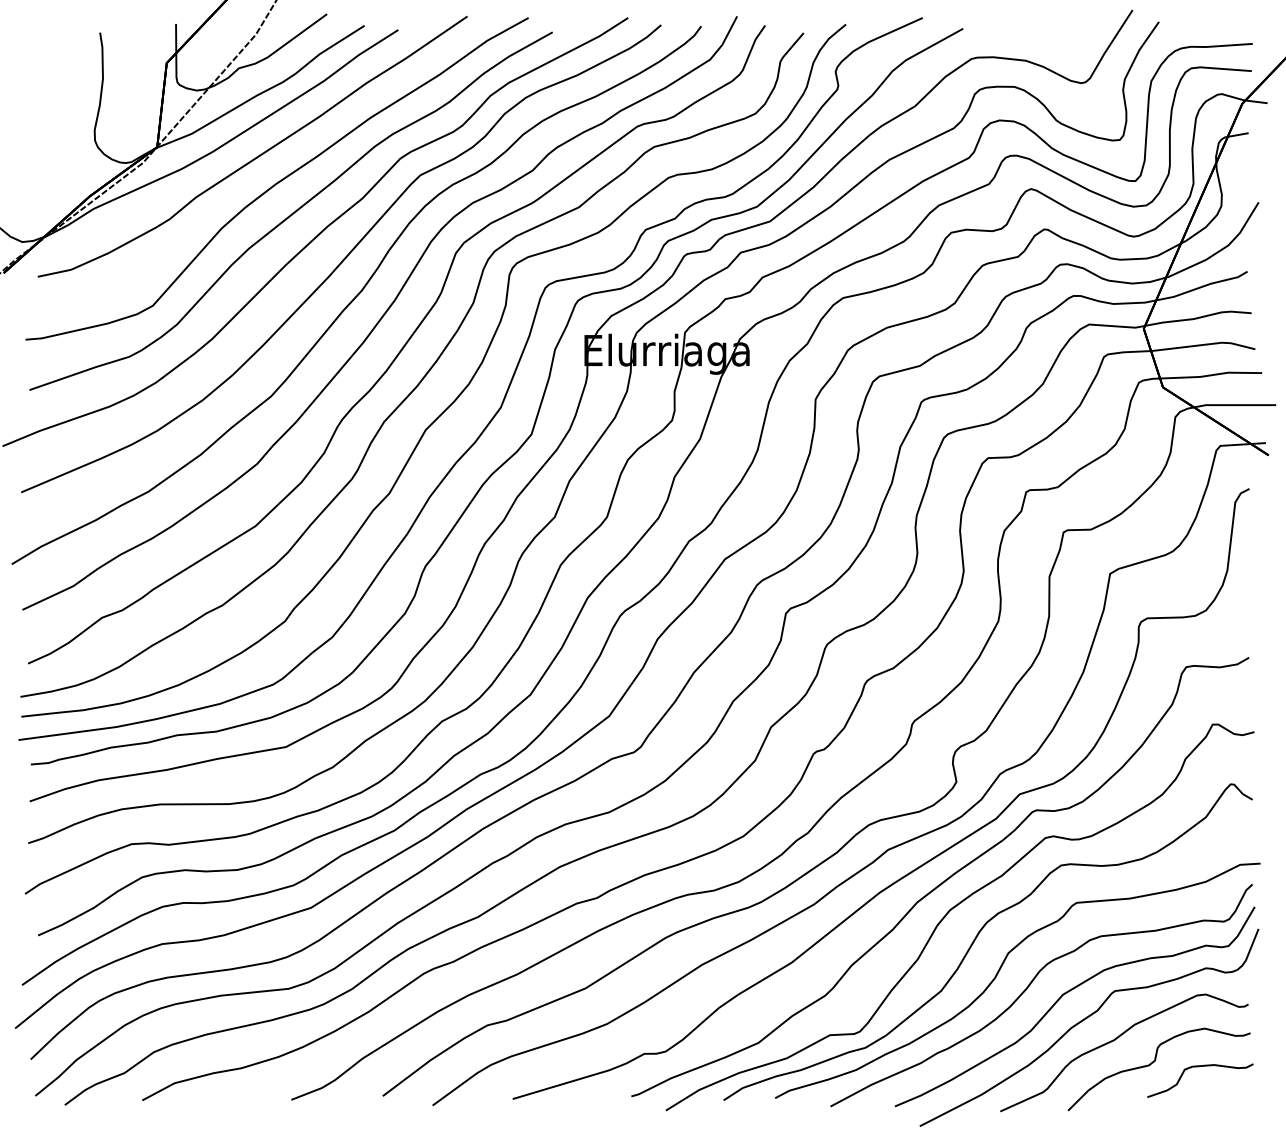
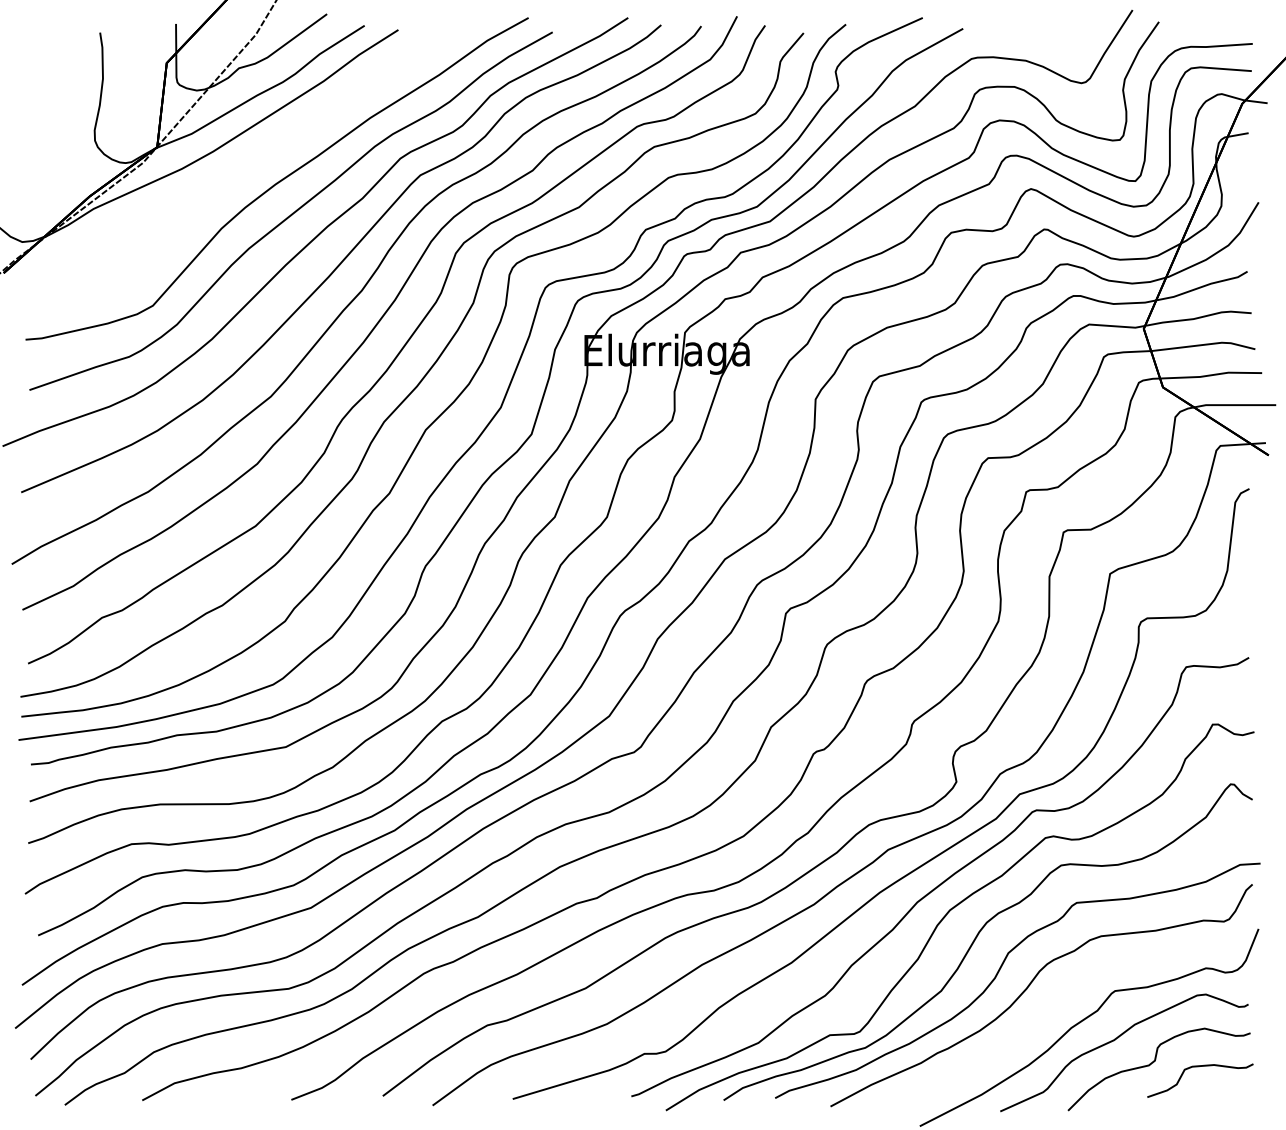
curve at (259, 154): present -> none
curve at (1067, 993): present -> none
